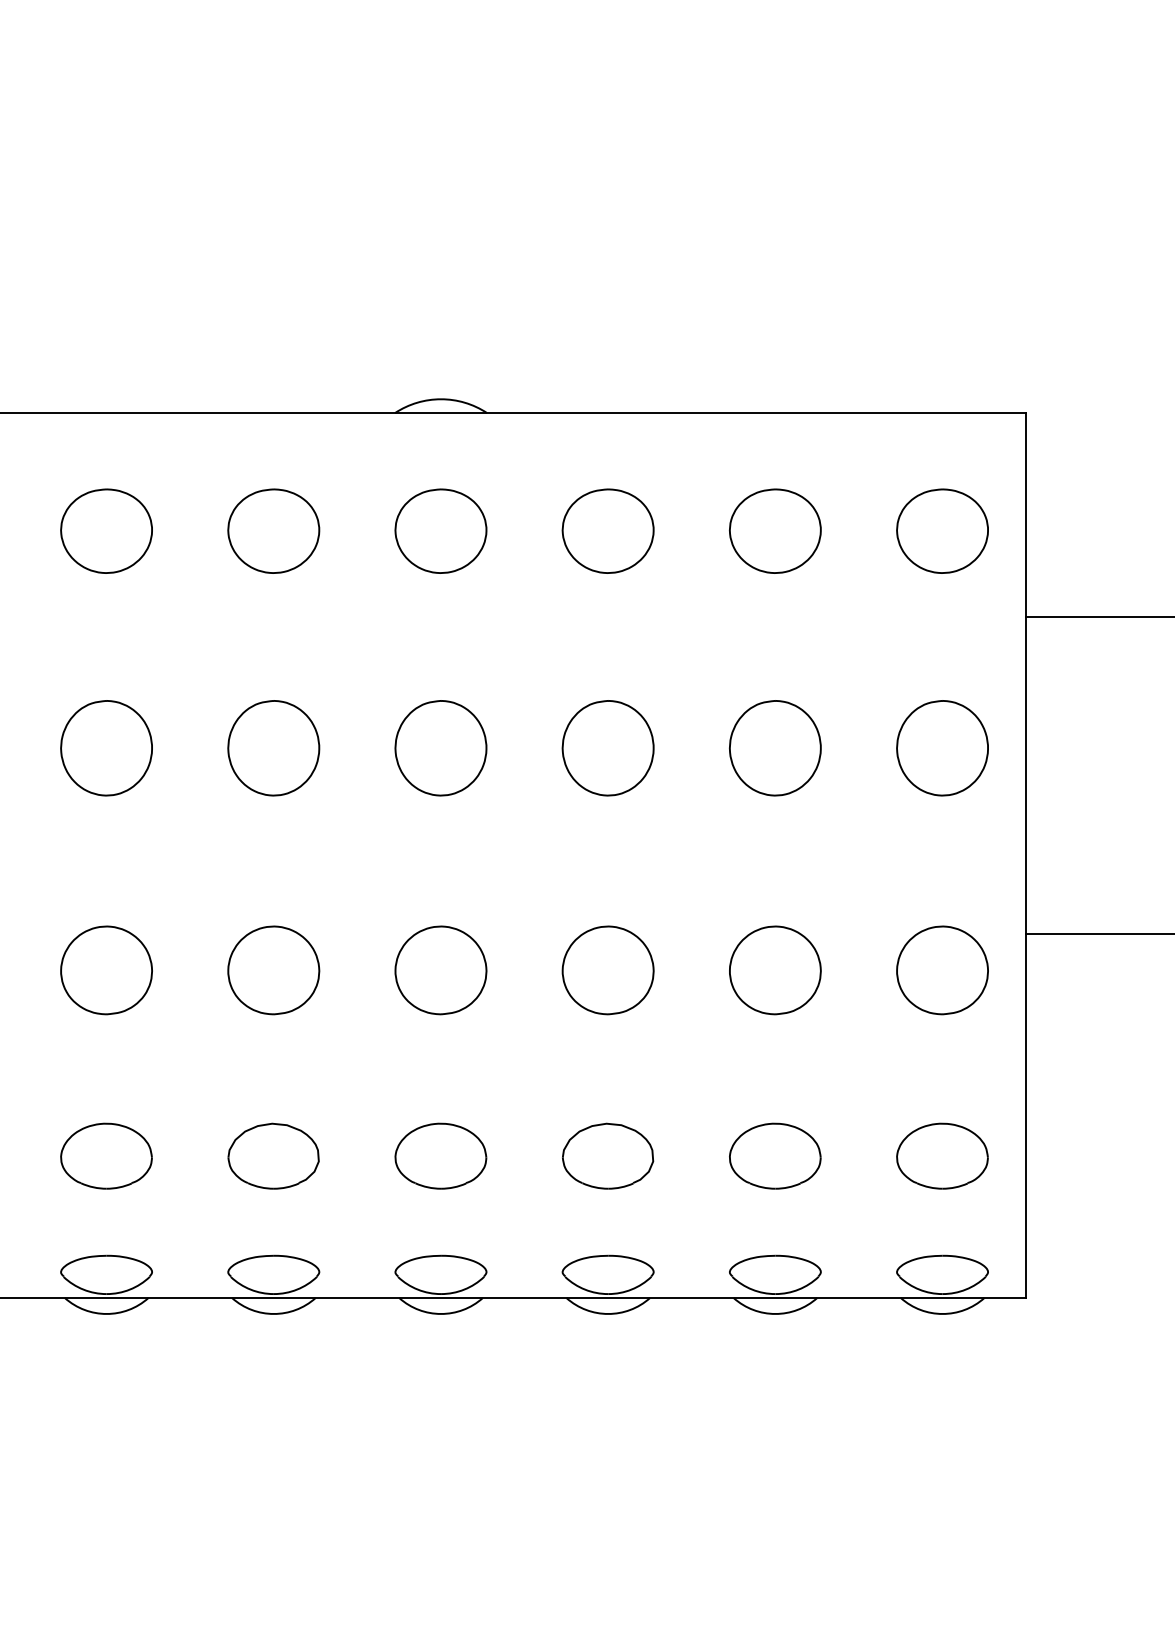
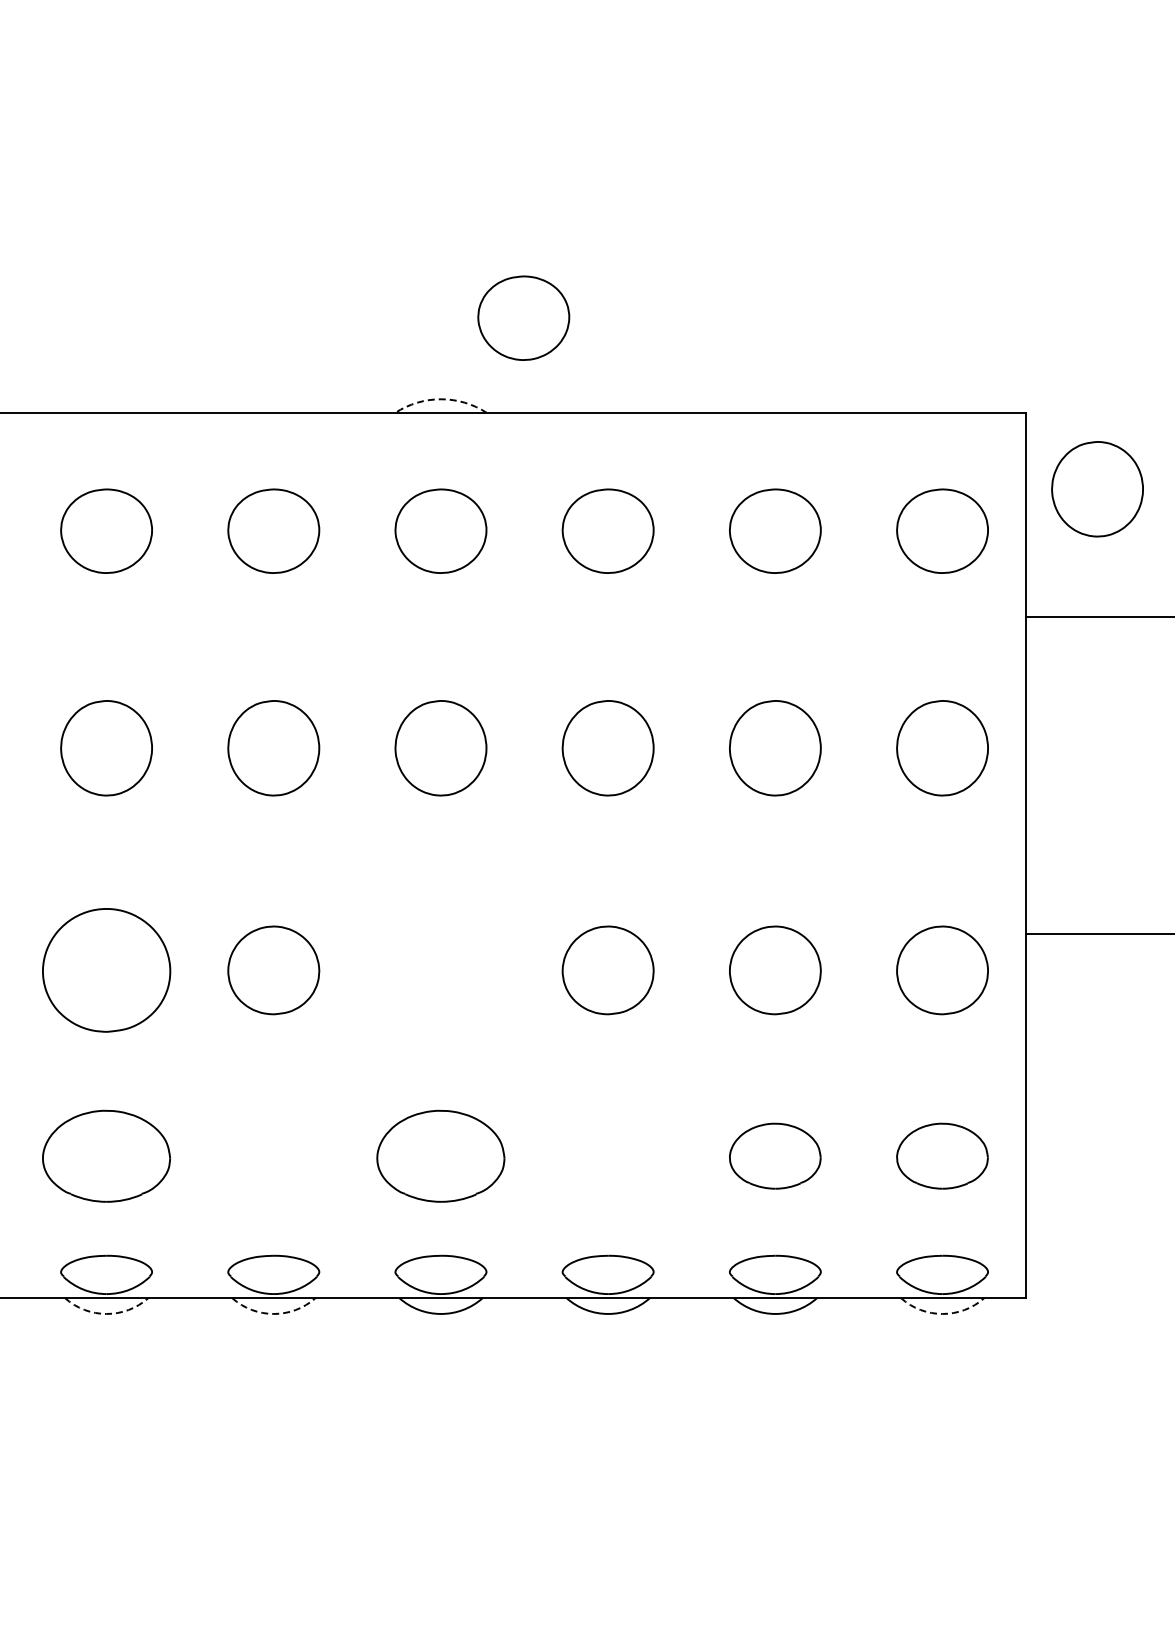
part at (523, 317): none -> present
arc at (441, 399): solid -> dashed
part at (1097, 489): none -> present
part at (106, 970) size: 93x91 px -> 130x125 px
part at (440, 970): present -> none
part at (106, 1155) size: 93x68 px -> 130x94 px
part at (273, 1155): present -> none
part at (440, 1155) size: 94x68 px -> 130x94 px
part at (608, 1155): present -> none
arc at (106, 1313): solid -> dashed
arc at (273, 1313): solid -> dashed
arc at (942, 1313): solid -> dashed
